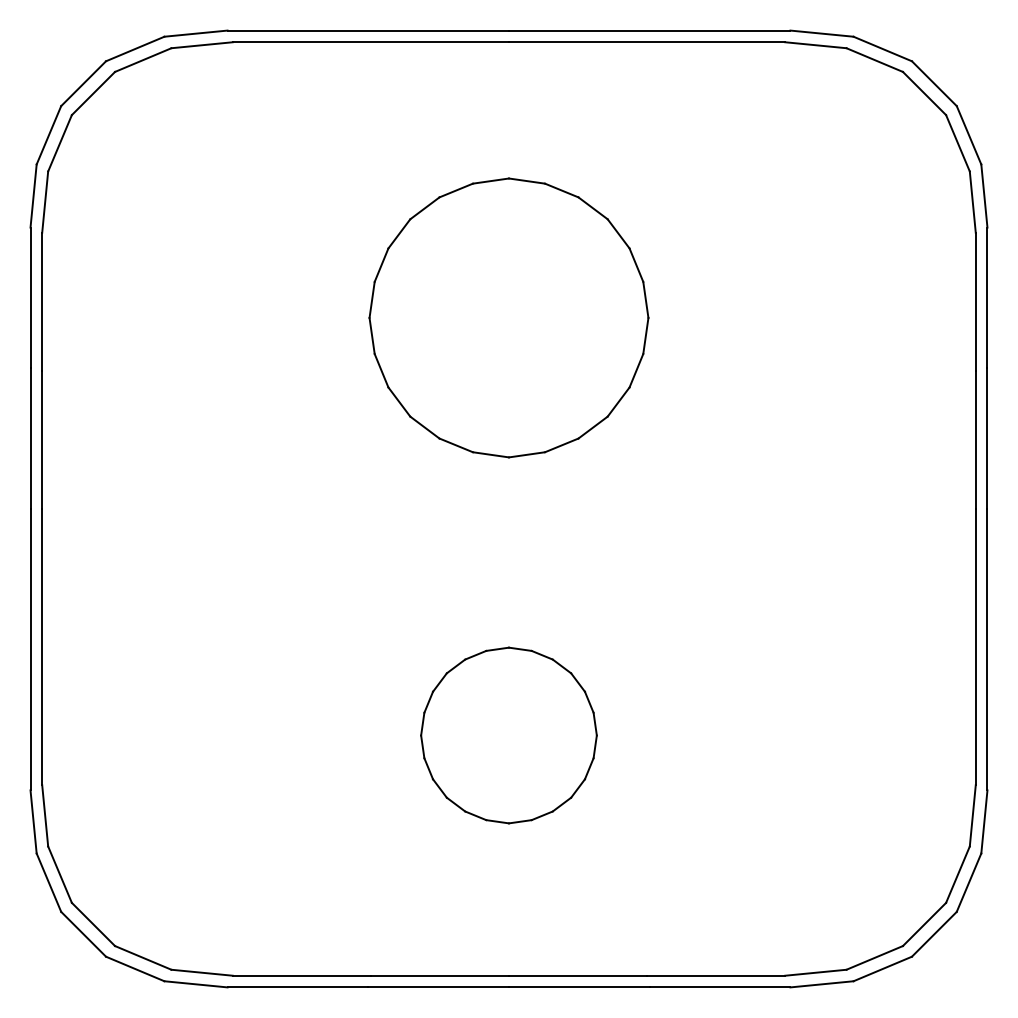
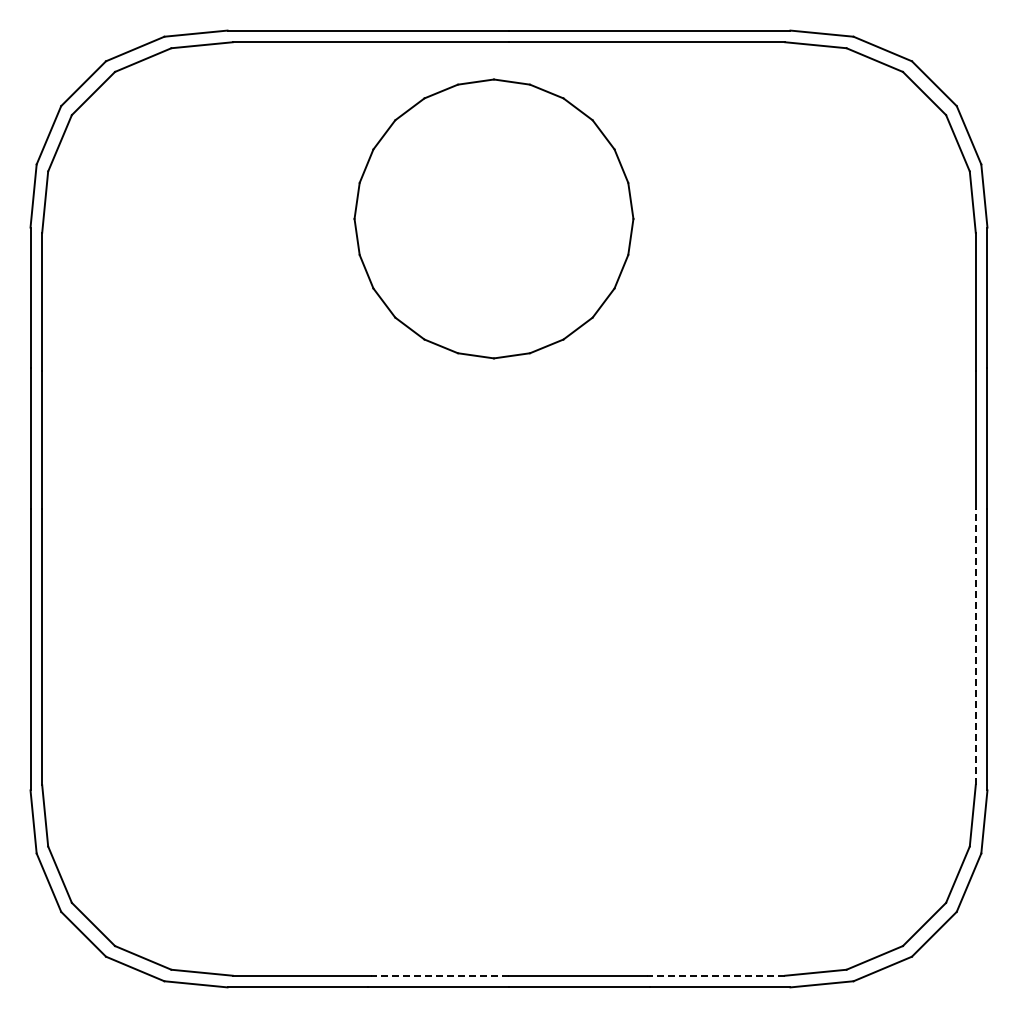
part at (508, 317) position: (508, 317) -> (493, 218)
line at (975, 646): solid -> dashed
part at (508, 735): present -> none
line at (439, 975): solid -> dashed
line at (715, 975): solid -> dashed
